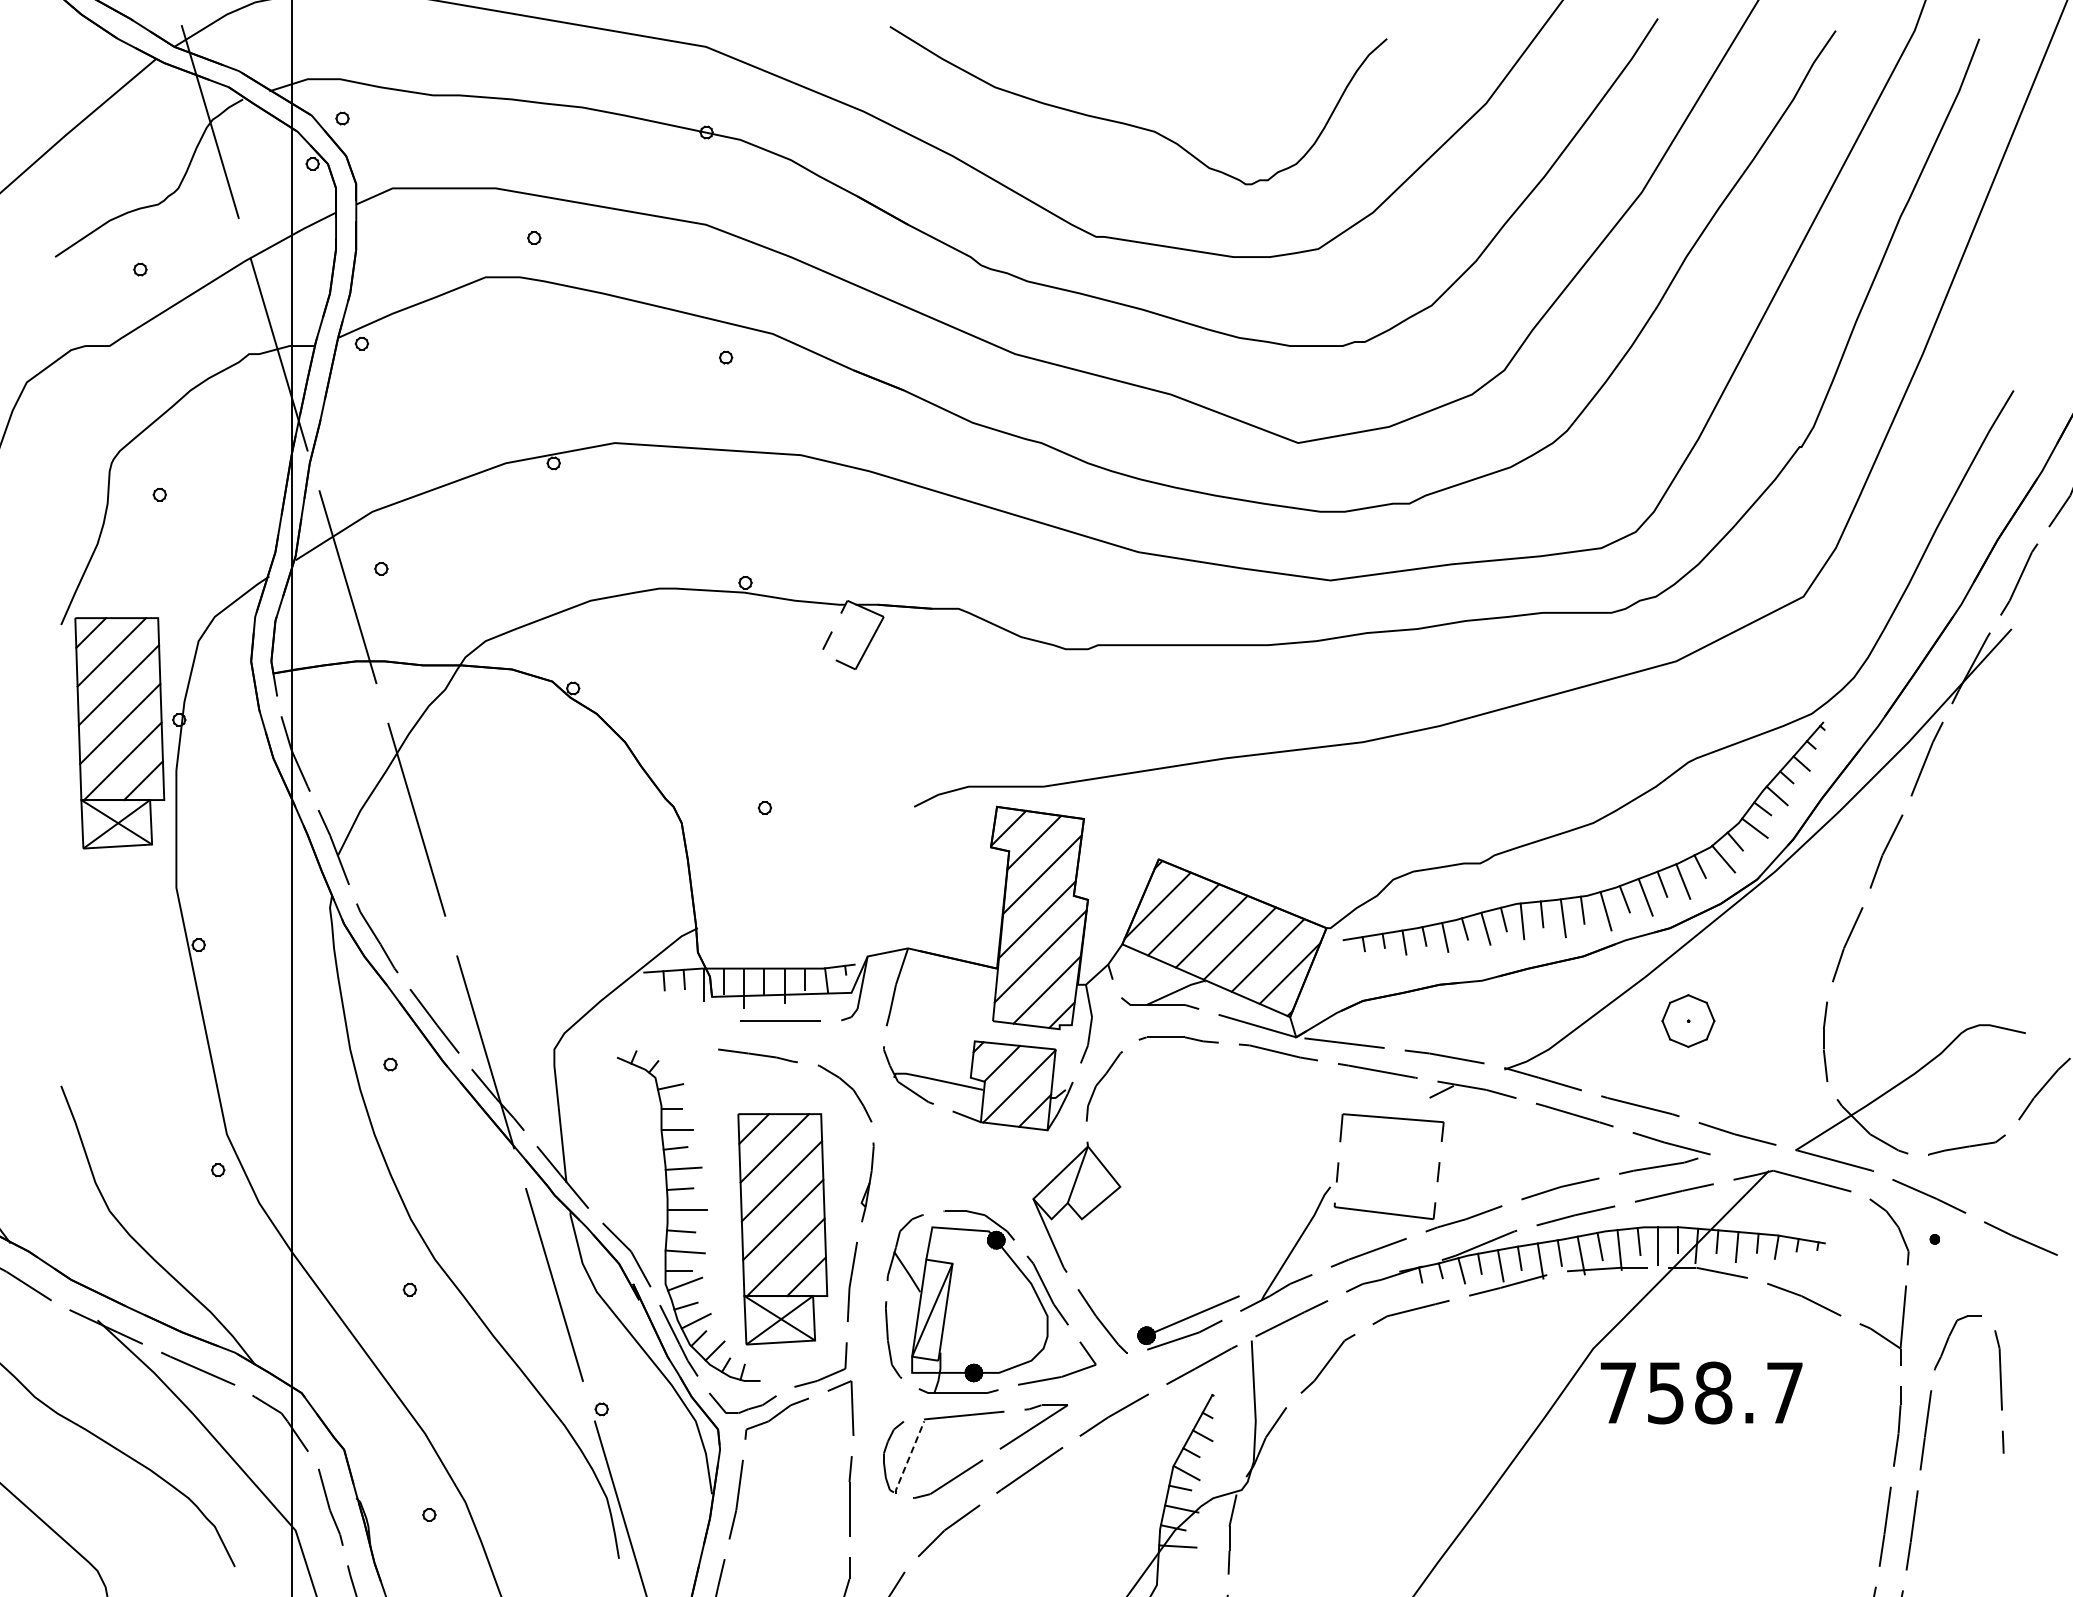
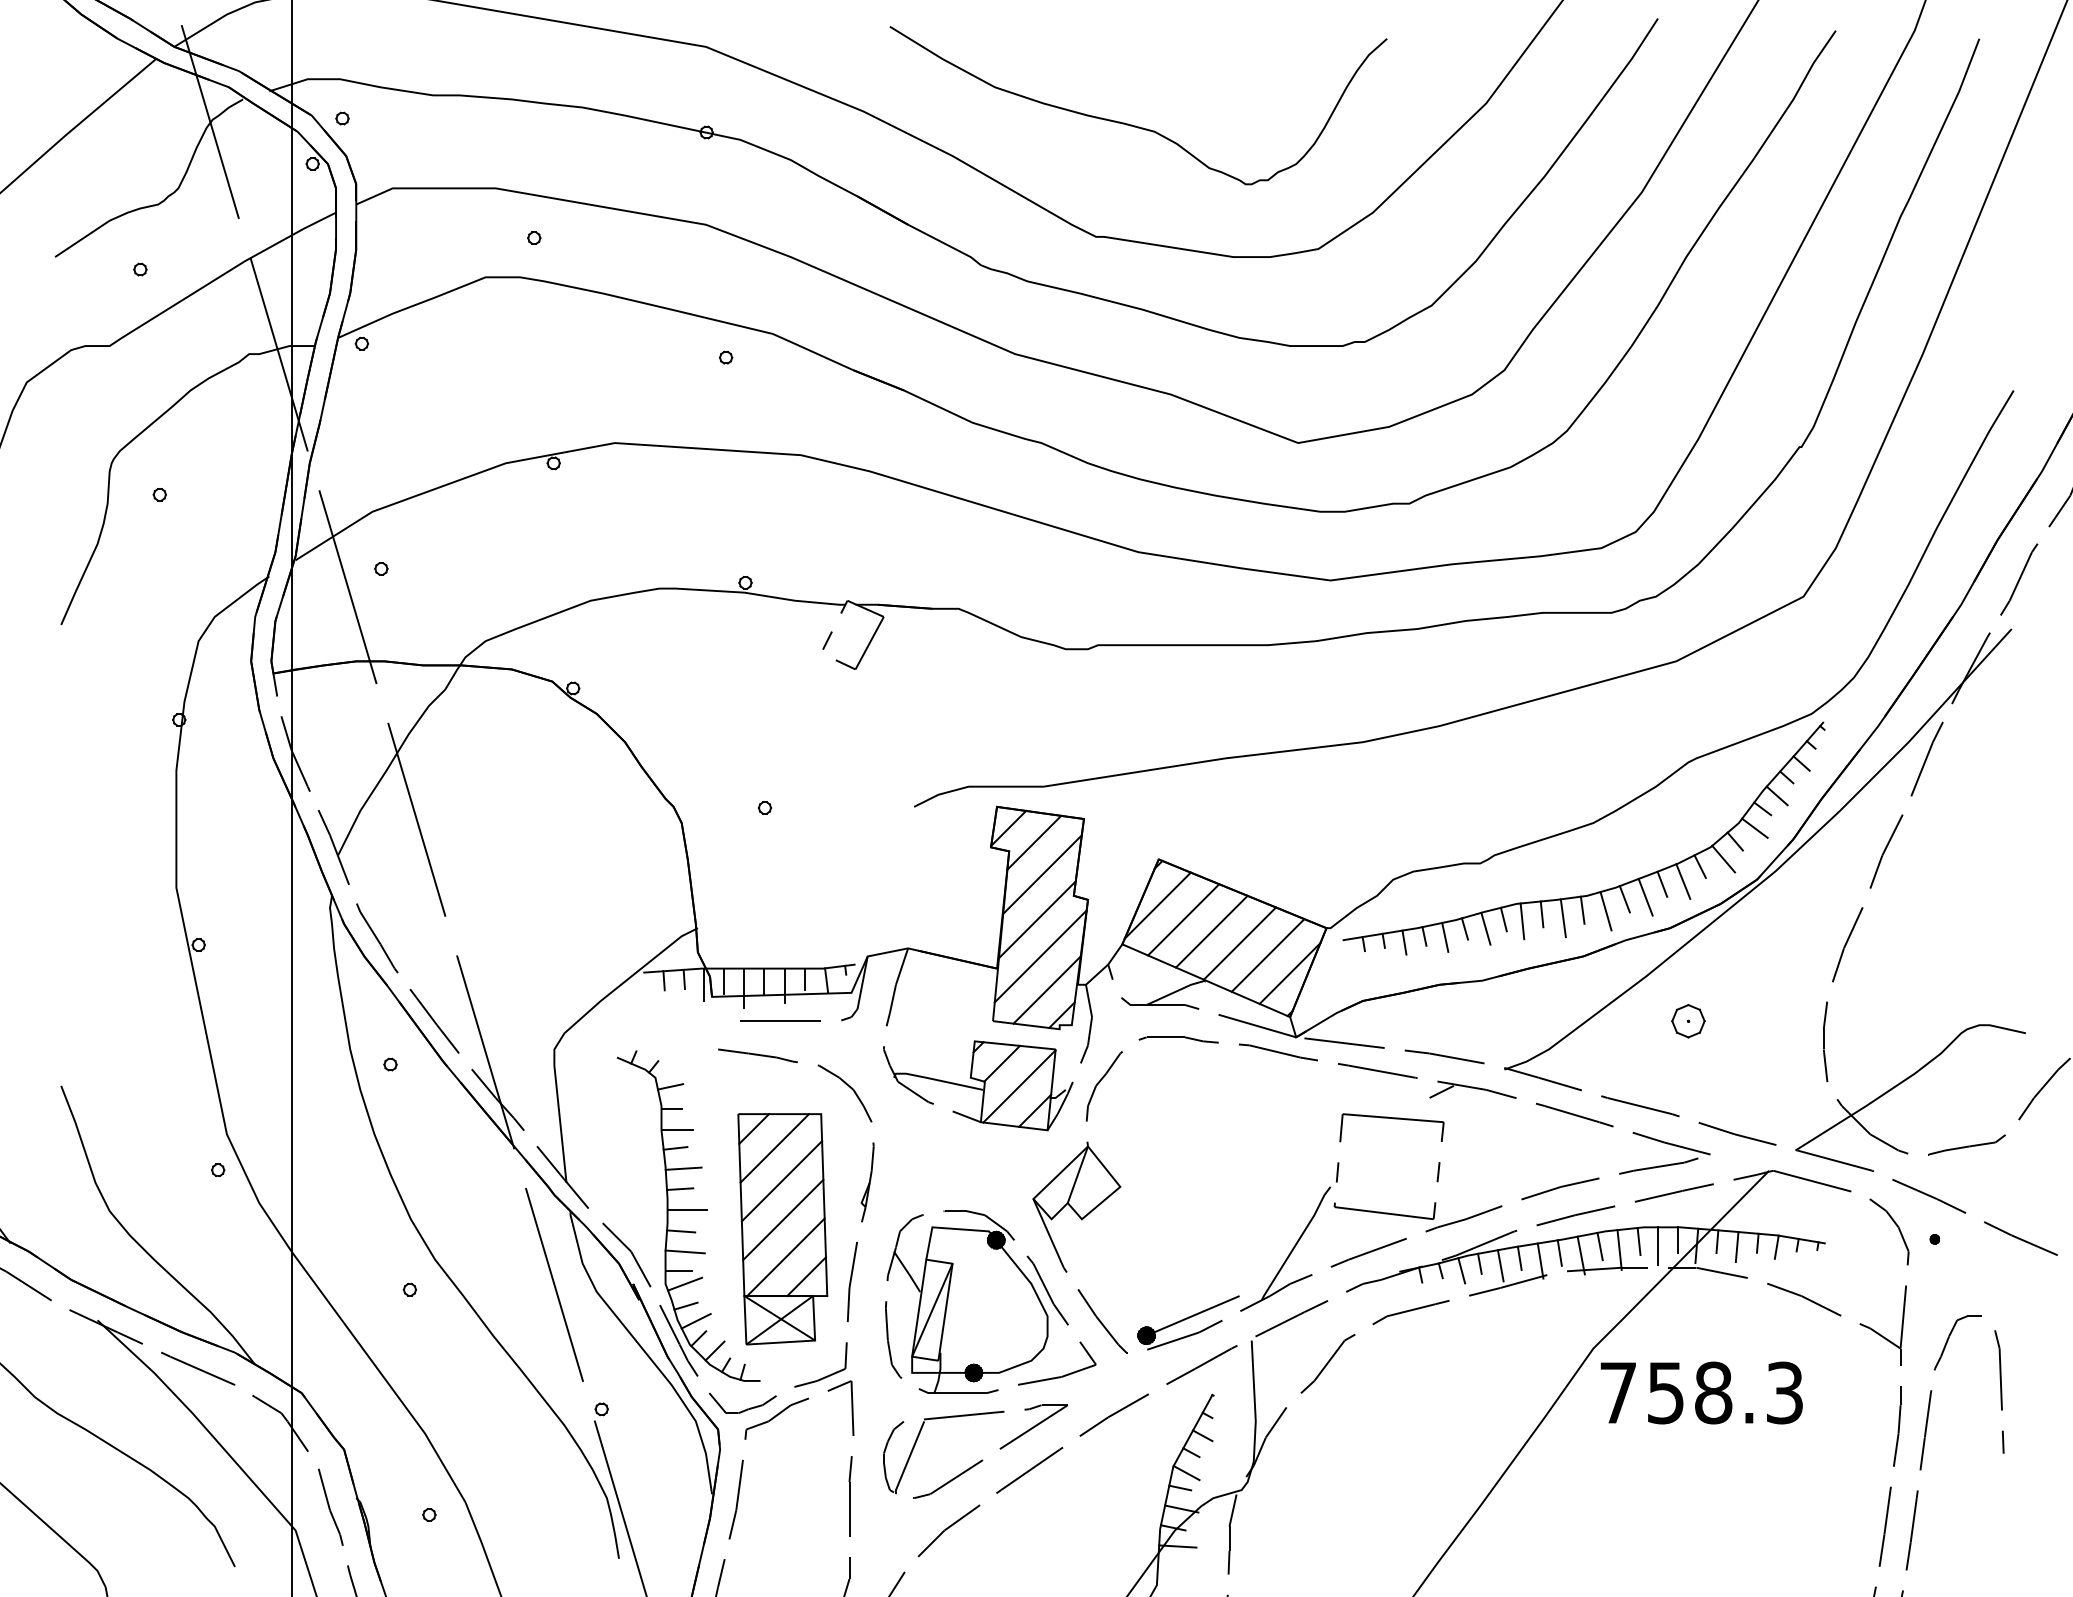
part at (119, 733): present -> none
part at (1688, 1020) size: 55x54 px -> 35x35 px
text at (1784, 1392): 758.7 -> 758.3
line at (909, 1458): dashed -> solid
